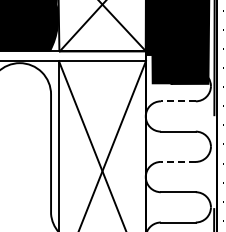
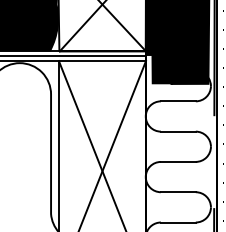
line at (74, 56): none -> present
line at (177, 101): dashed -> solid
line at (177, 161): dashed -> solid
